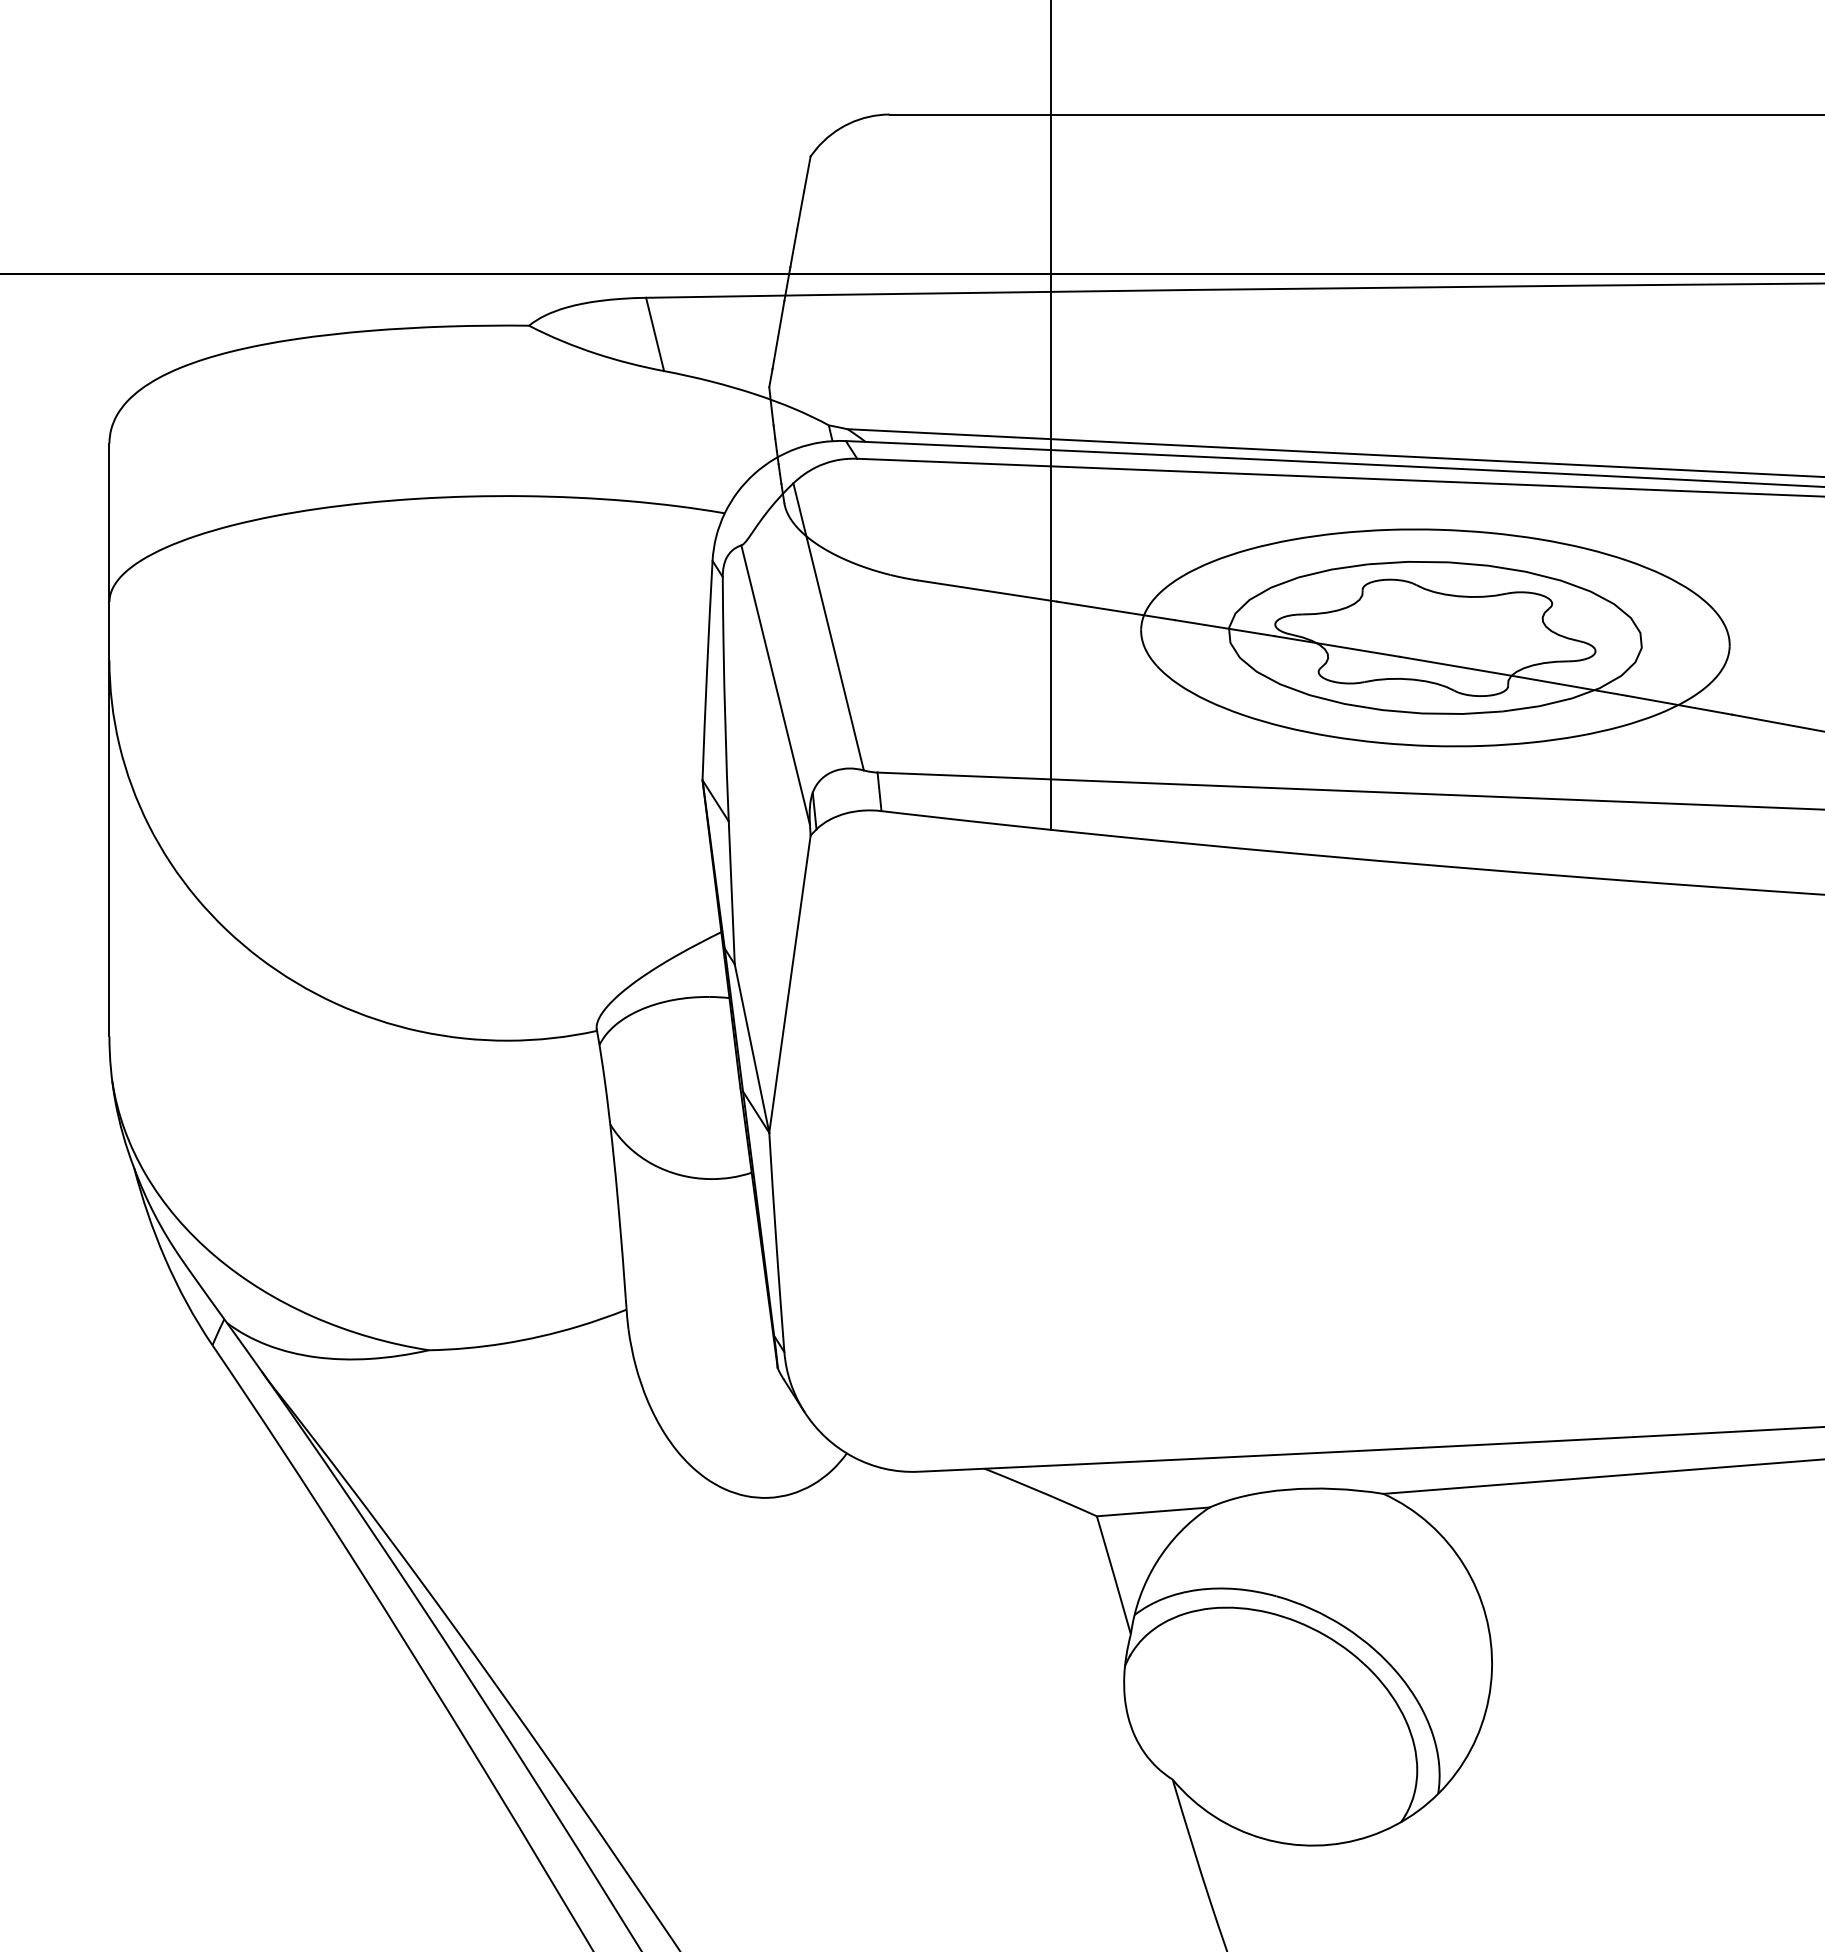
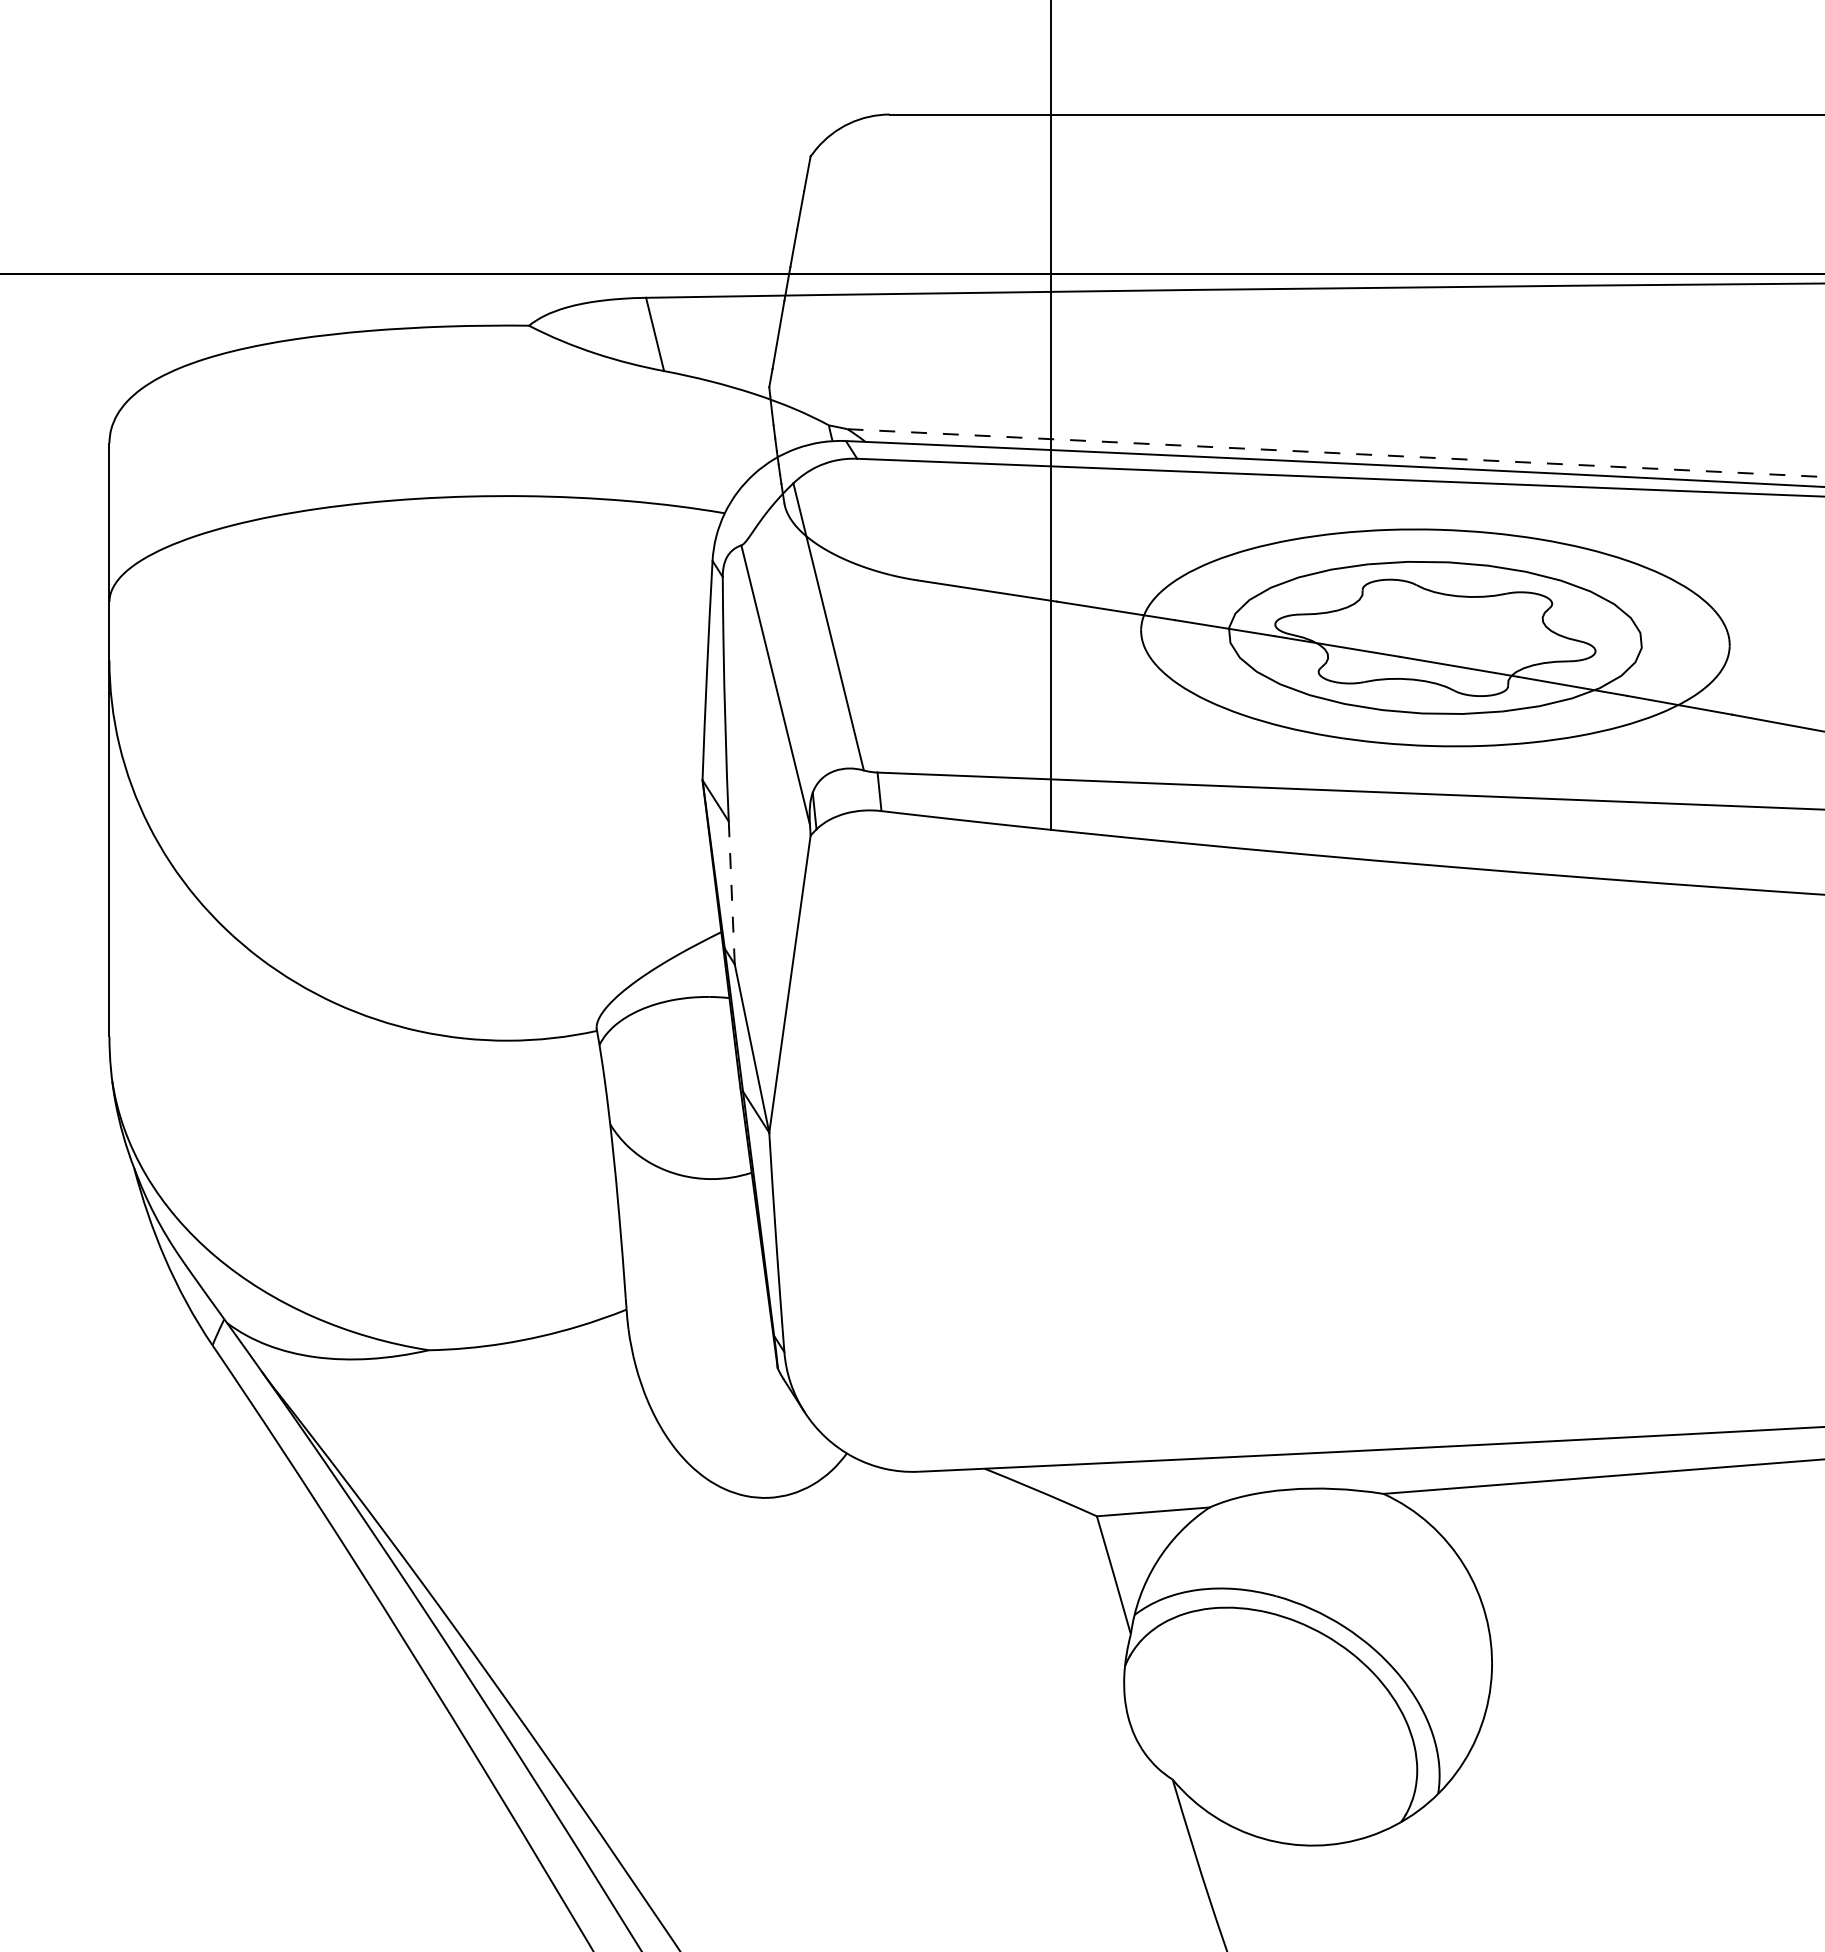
line at (1336, 453): solid -> dashed
line at (731, 892): solid -> dashed
